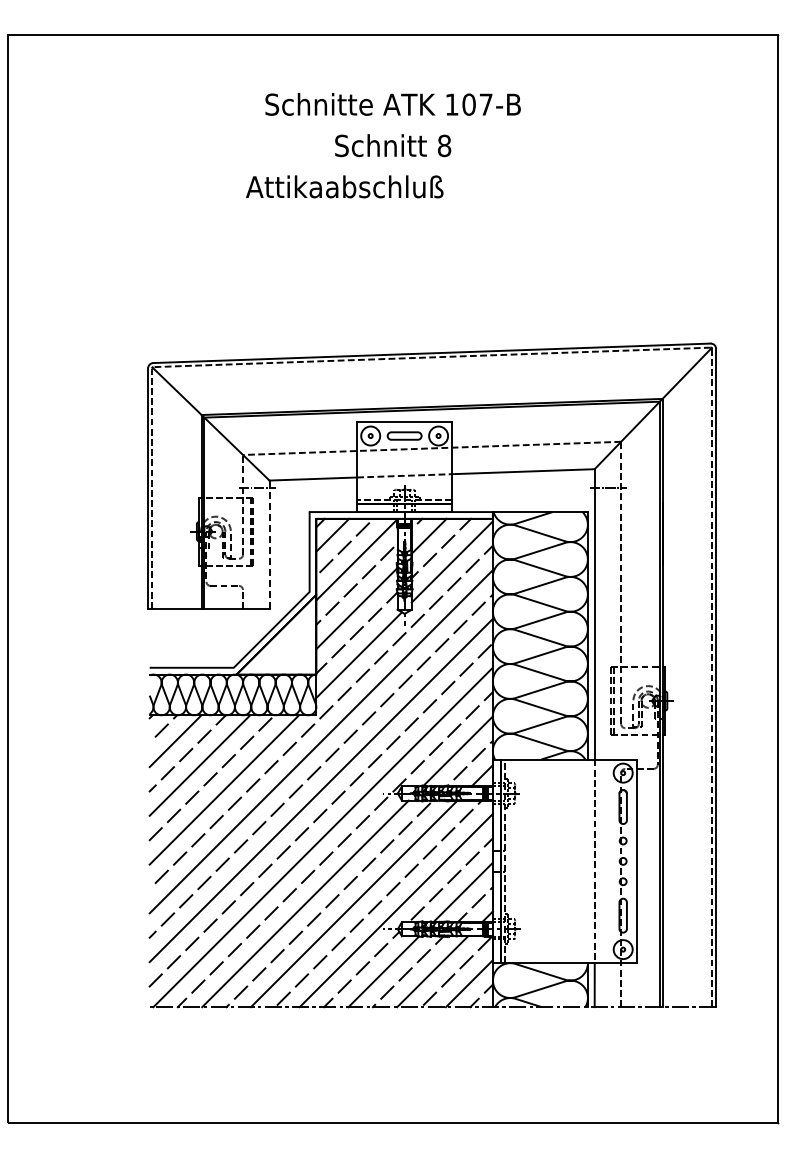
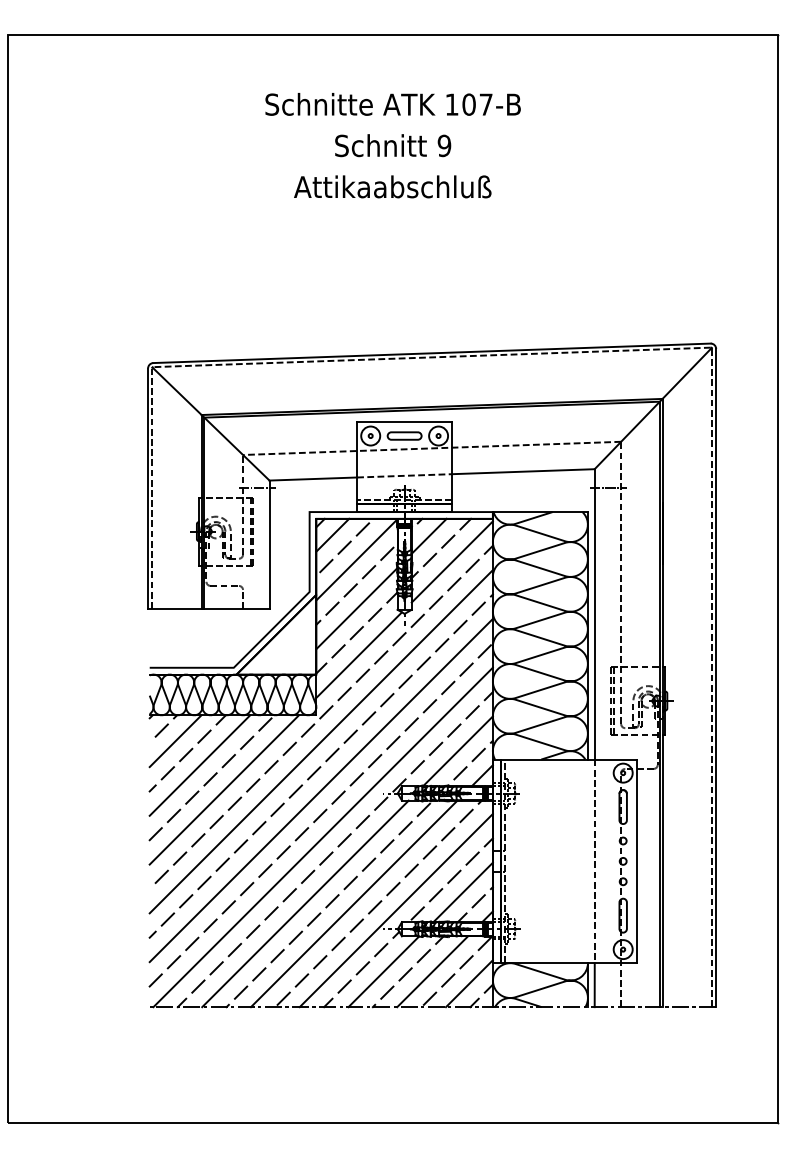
text at (444, 146): 8 -> 9
text at (344, 186) position: (344, 186) -> (392, 186)
line at (269, 544): dashed -> solid
